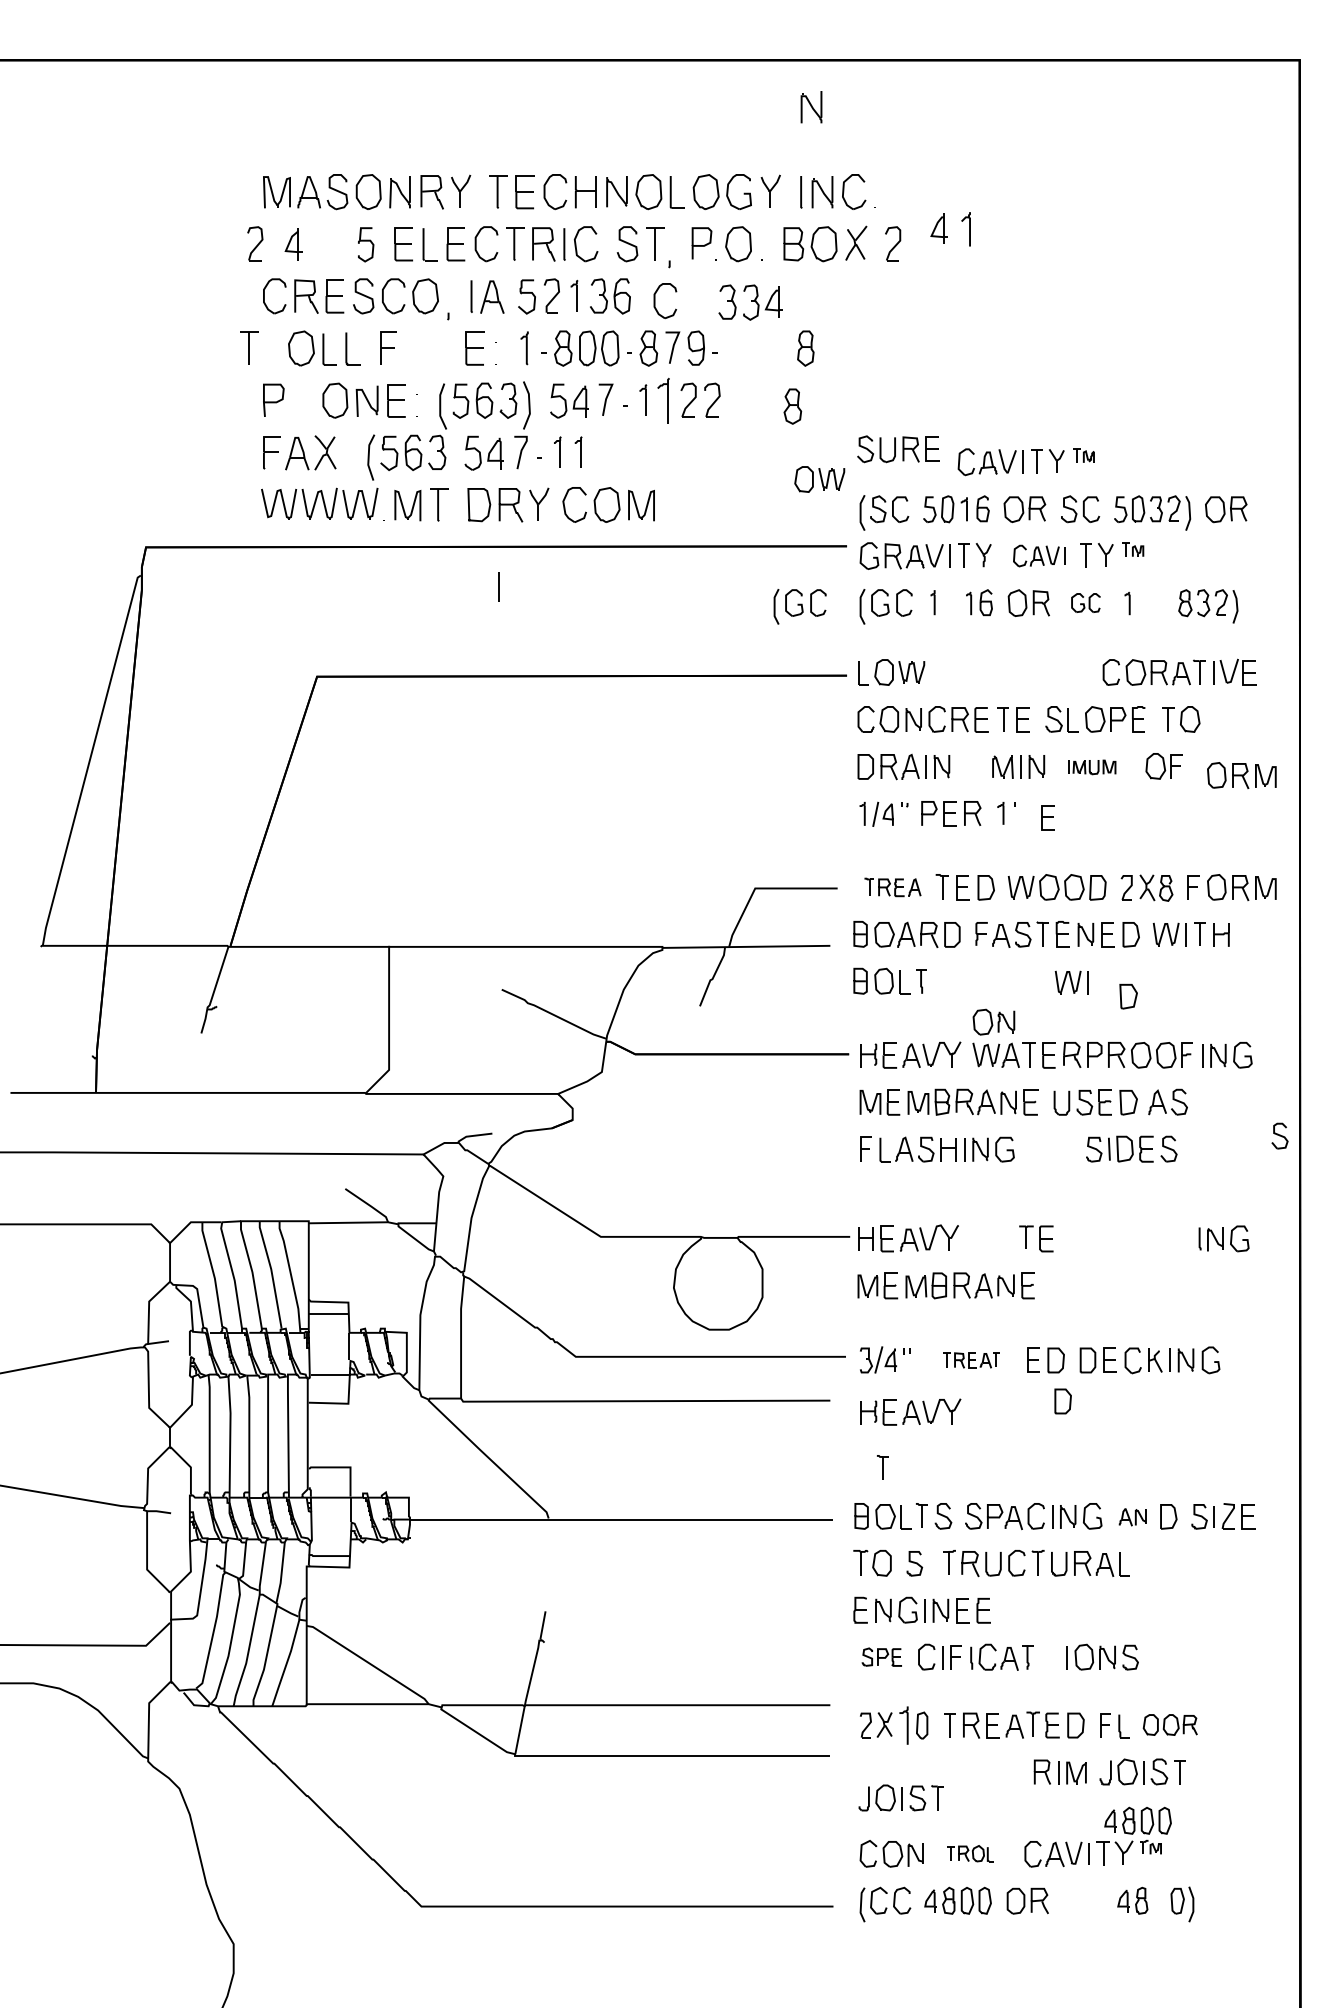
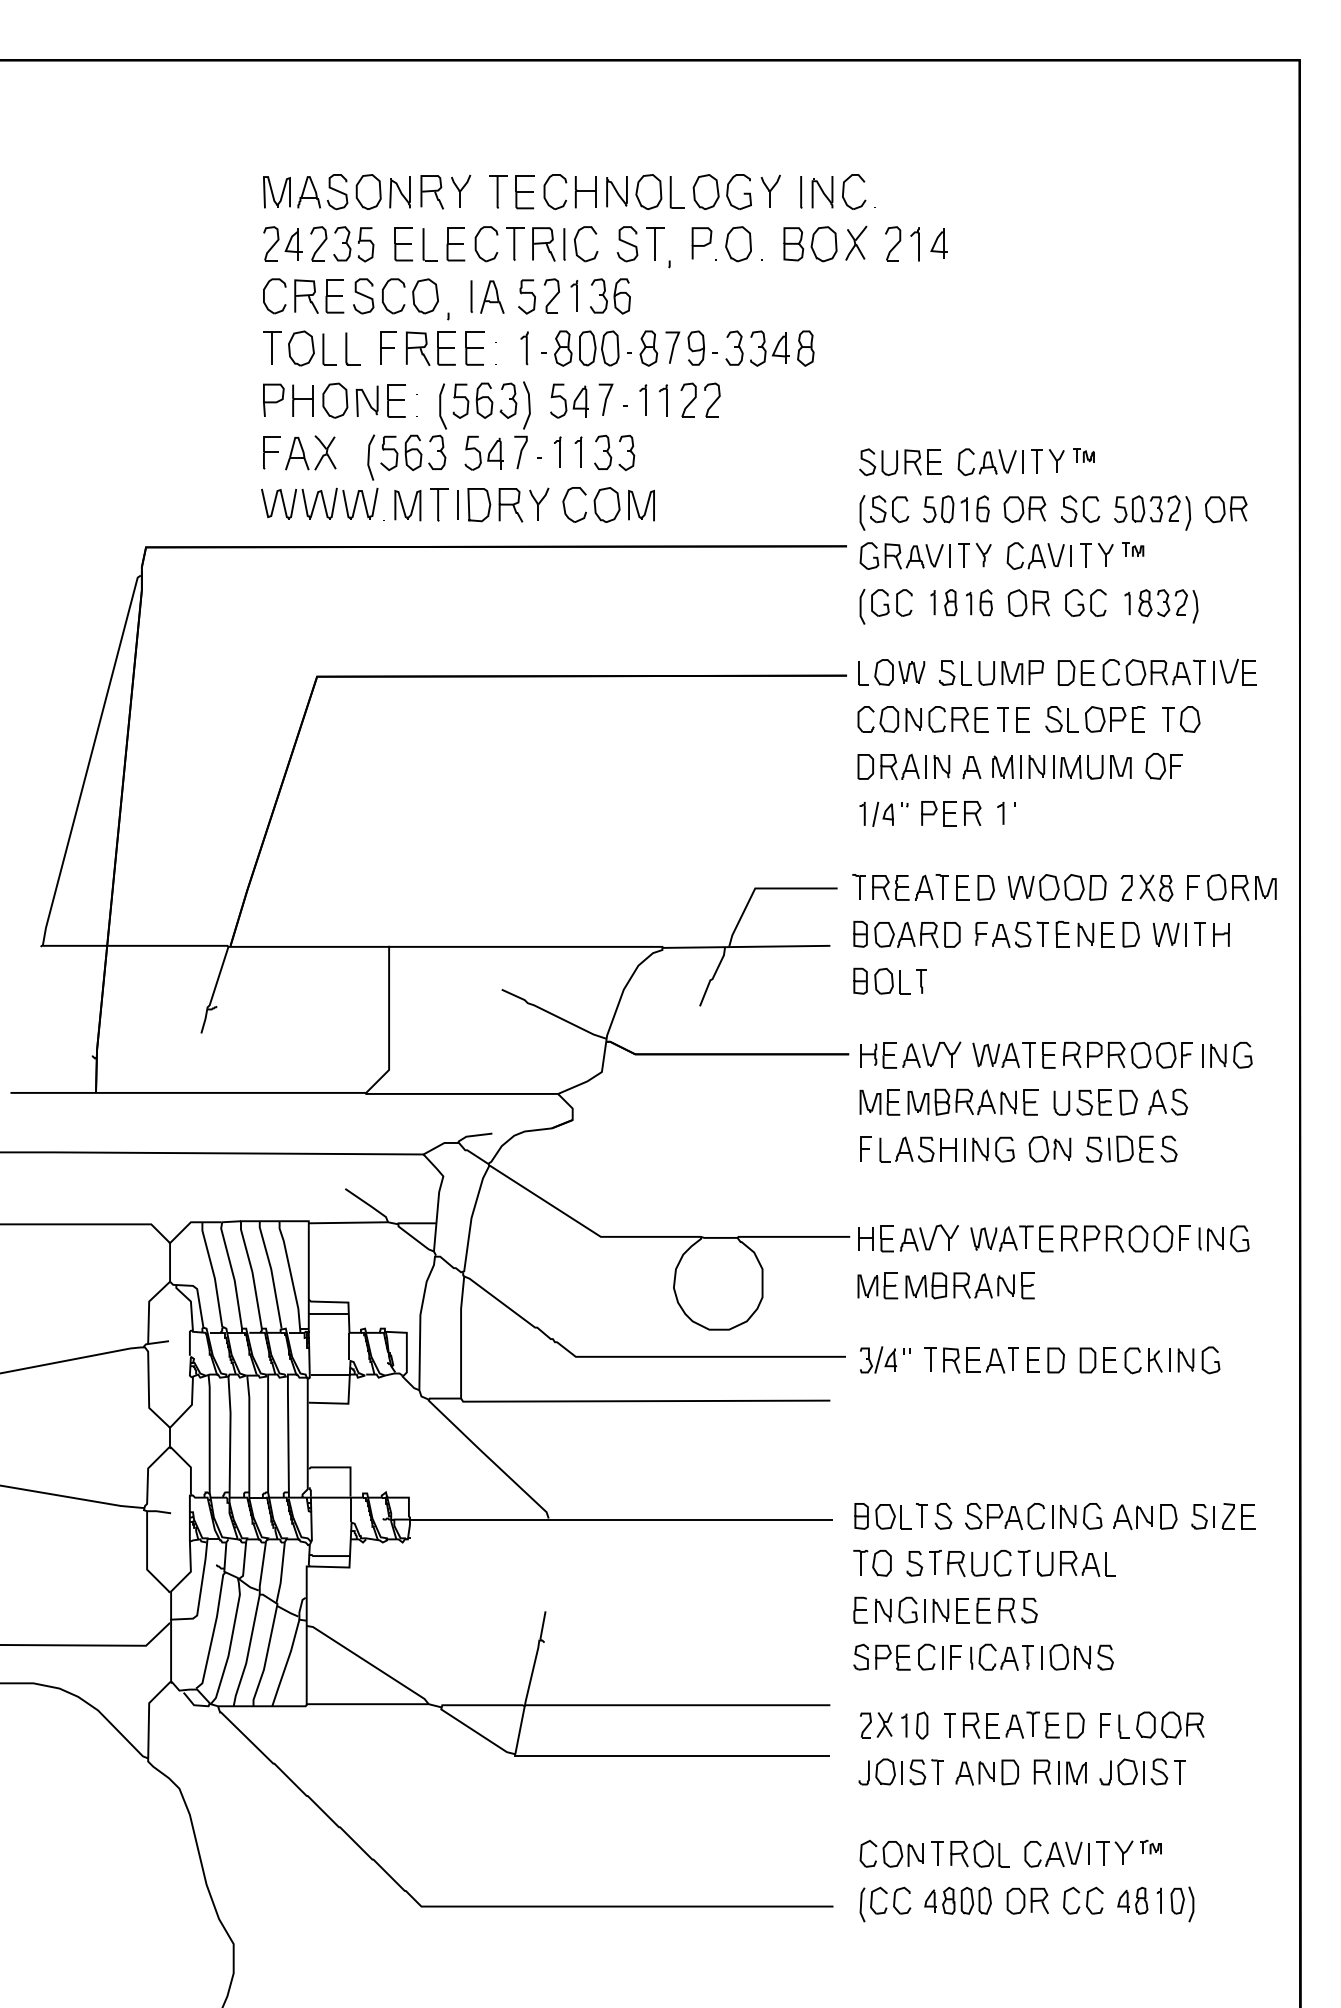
part at (811, 107): present -> none
part at (938, 228) position: (938, 228) -> (938, 243)
part at (965, 229) position: (965, 229) -> (914, 244)
part at (255, 243) position: (255, 243) -> (271, 243)
part at (330, 243): none -> present
part at (655, 301): present -> none
part at (750, 302) position: (750, 302) -> (757, 348)
part at (249, 347) position: (249, 347) -> (272, 347)
part at (430, 348): none -> present
part at (302, 400): none -> present
part at (663, 400) size: 13x47 px -> 10x33 px
curve at (792, 405): present -> none
part at (898, 449) position: (898, 449) -> (900, 462)
part at (614, 452): none -> present
part at (819, 479): present -> none
part at (1039, 555) size: 53x24 px -> 66x28 px
line at (498, 586) position: (498, 586) -> (457, 504)
curve at (950, 602): none -> present
part at (1085, 602) size: 30x20 px -> 42x28 px
part at (799, 606): present -> none
part at (1208, 606) position: (1208, 606) -> (1168, 606)
part at (991, 672): none -> present
part at (1076, 672): none -> present
part at (971, 767): none -> present
part at (1092, 767) size: 49x17 px -> 79x25 px
part at (1241, 775): present -> none
part at (1047, 817): present -> none
part at (892, 887) size: 58x21 px -> 82x27 px
part at (1071, 982): present -> none
part at (1128, 996): present -> none
part at (993, 1021) position: (993, 1021) -> (1049, 1148)
part at (1279, 1135): present -> none
part at (993, 1238): none -> present
part at (1125, 1238): none -> present
part at (971, 1360) size: 57x17 px -> 95x27 px
part at (1062, 1401): present -> none
part at (910, 1411): present -> none
part at (882, 1467): present -> none
part at (1132, 1517) size: 29x19 px -> 40x27 px
part at (1036, 1563) position: (1036, 1563) -> (1022, 1563)
part at (1017, 1610): none -> present
part at (881, 1656) size: 41x20 px -> 58x28 px
part at (1102, 1656) position: (1102, 1656) -> (1077, 1656)
part at (1169, 1724) size: 56x22 px -> 69x28 px
part at (903, 1725) size: 10x39 px -> 7x25 px
part at (986, 1772): none -> present
part at (900, 1797) position: (900, 1797) -> (900, 1771)
part at (1137, 1820): present -> none
part at (970, 1853) size: 47x18 px -> 79x29 px
part at (1083, 1900): none -> present
part at (1158, 1900): none -> present
